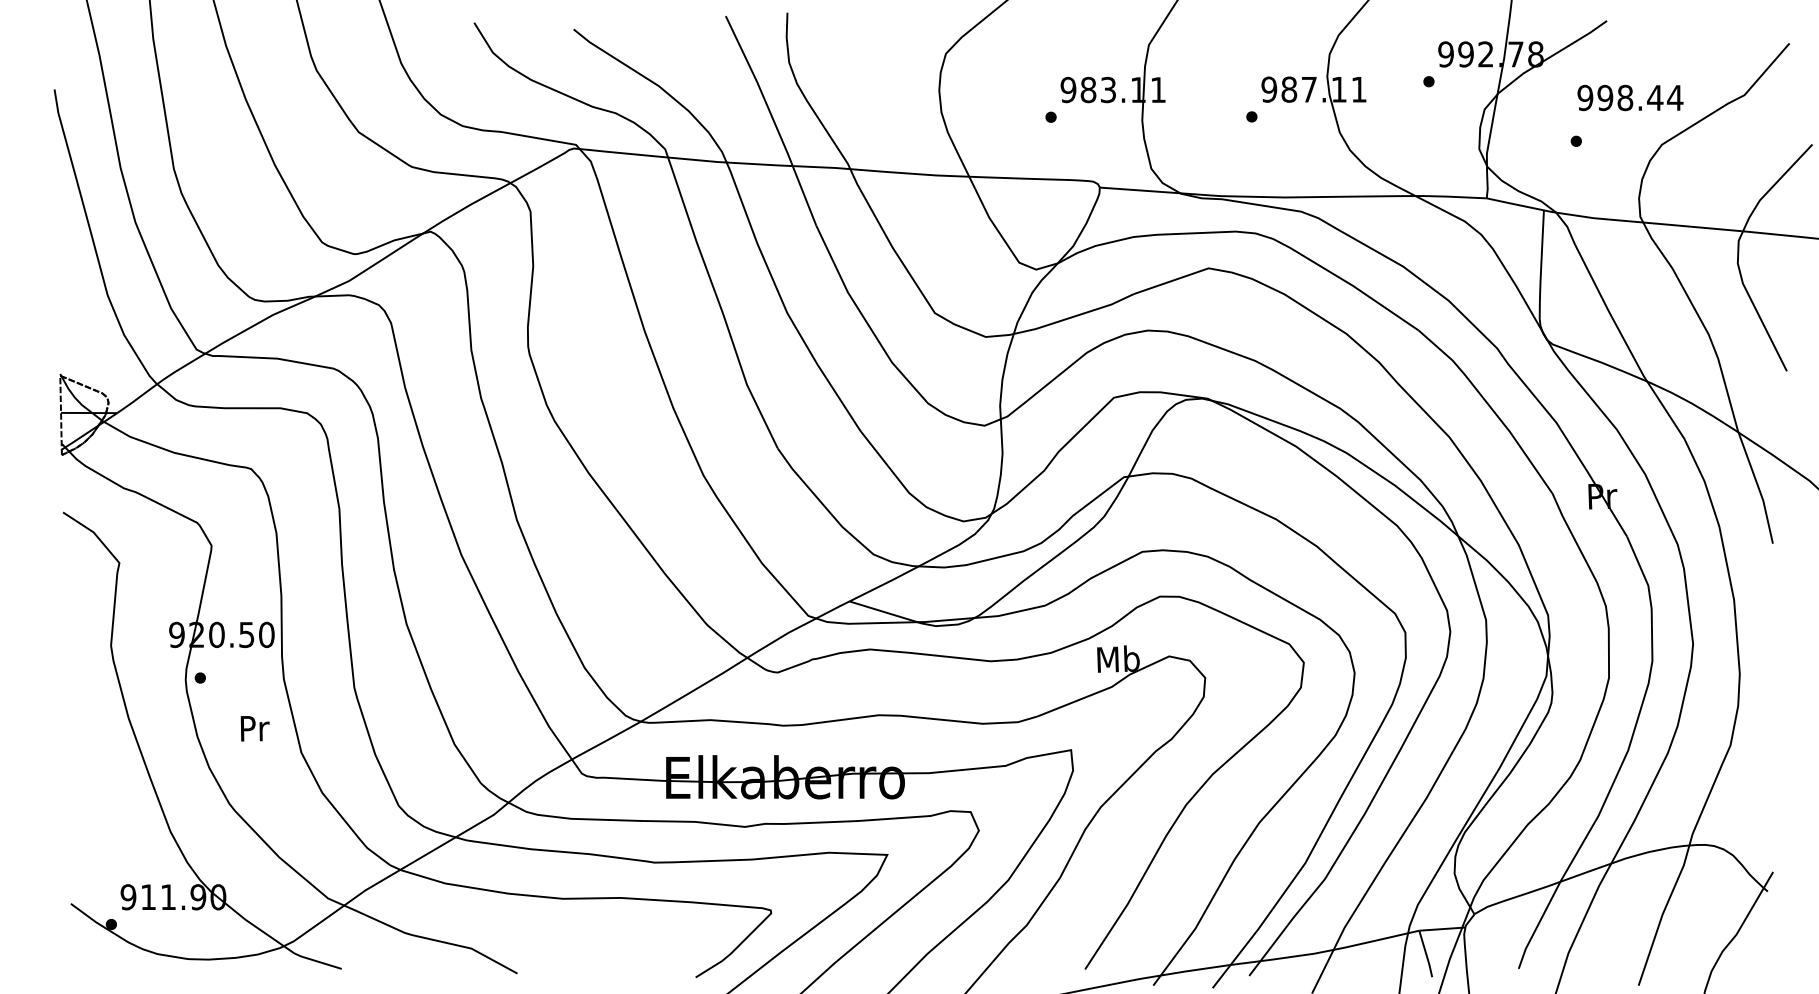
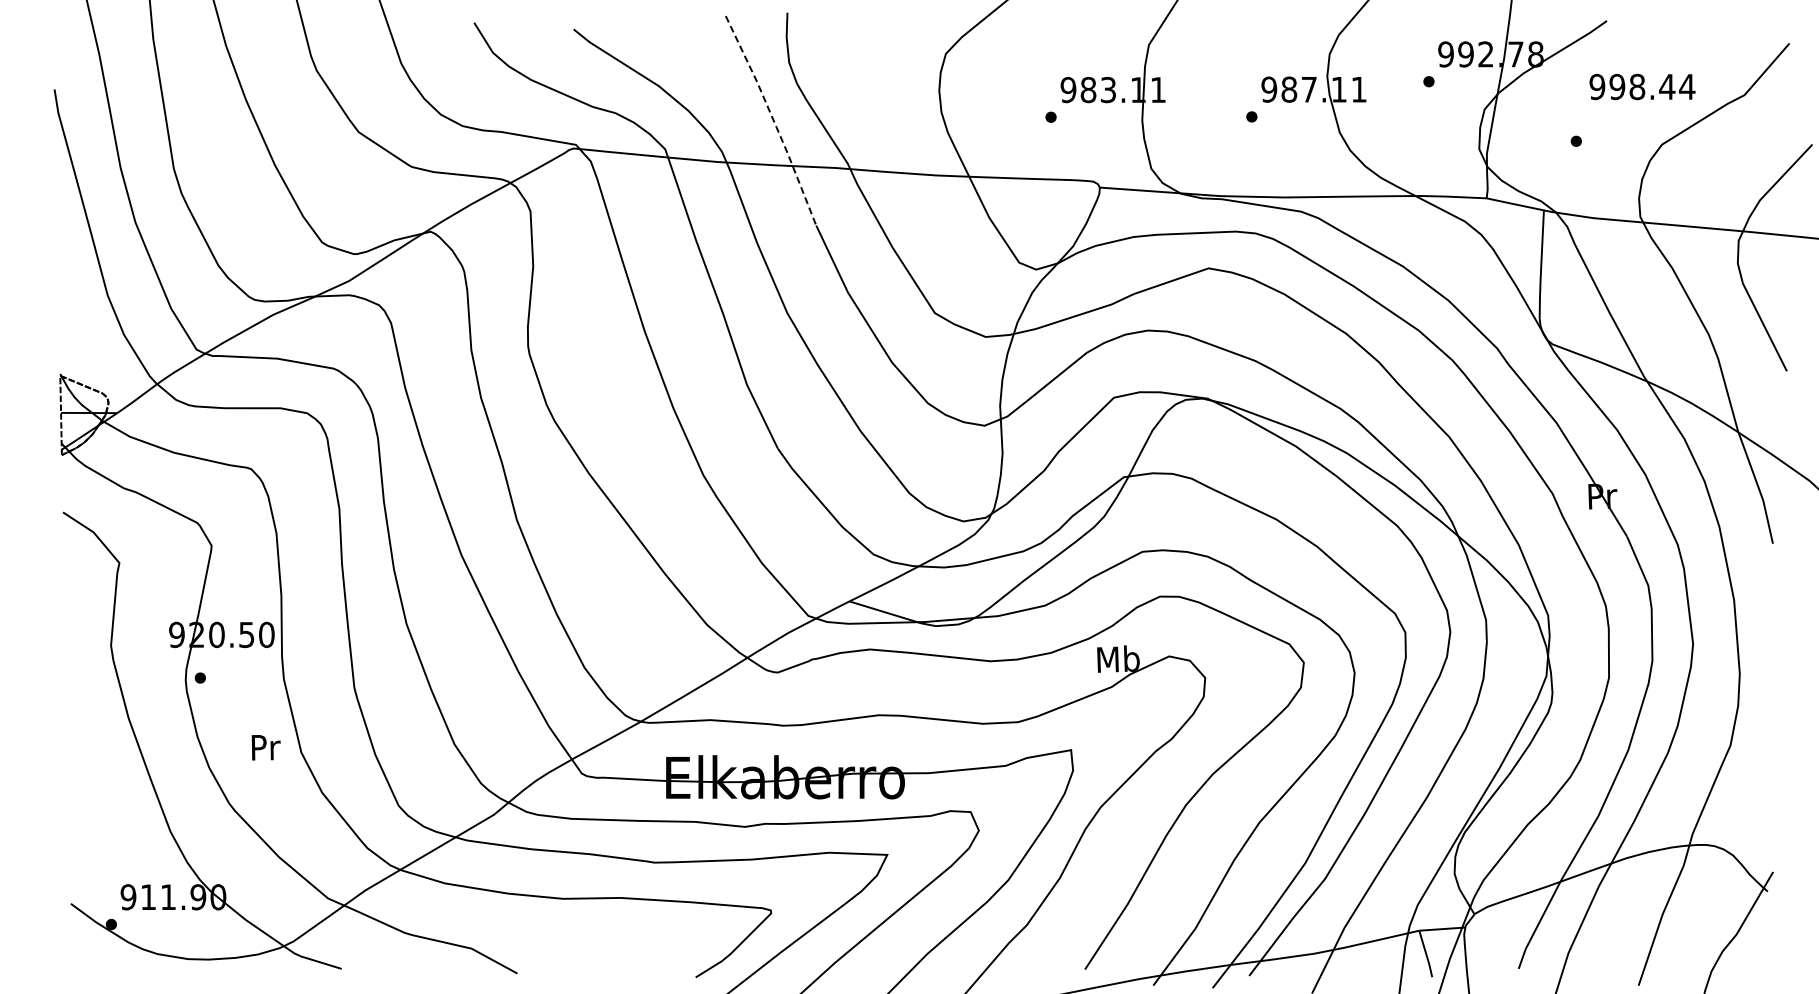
text at (1630, 97) position: (1630, 97) -> (1642, 86)
line at (773, 120): solid -> dashed
text at (254, 728) position: (254, 728) -> (265, 747)
